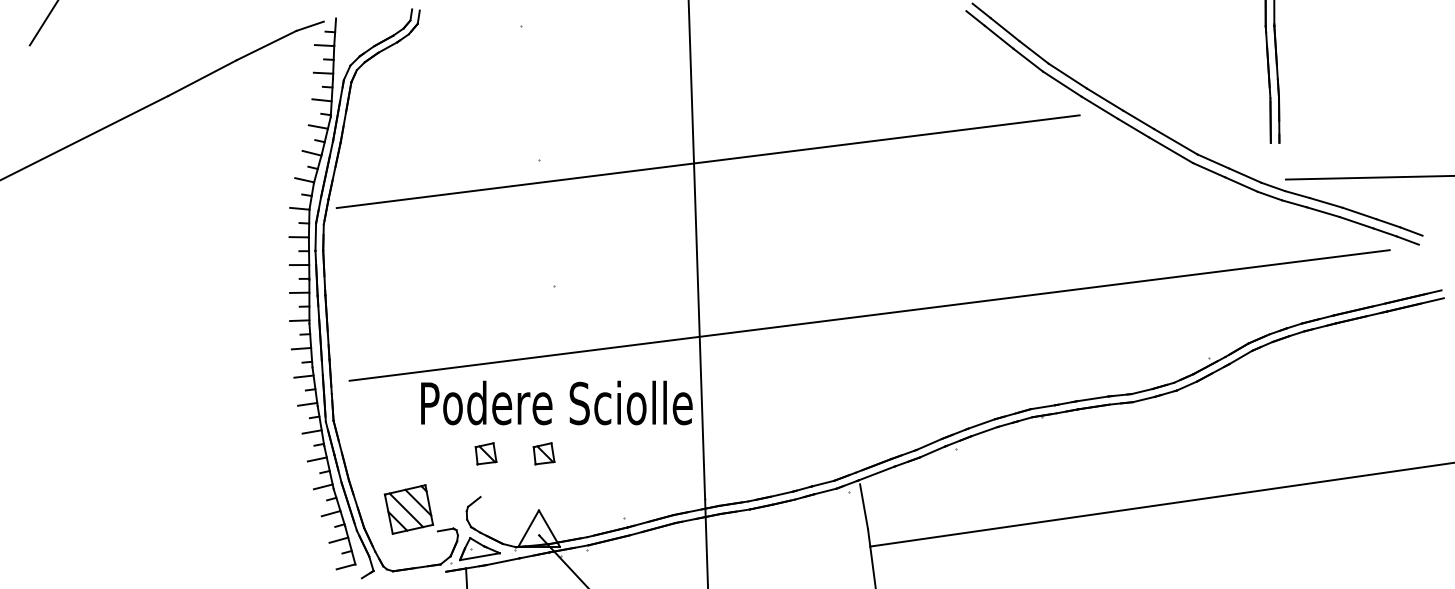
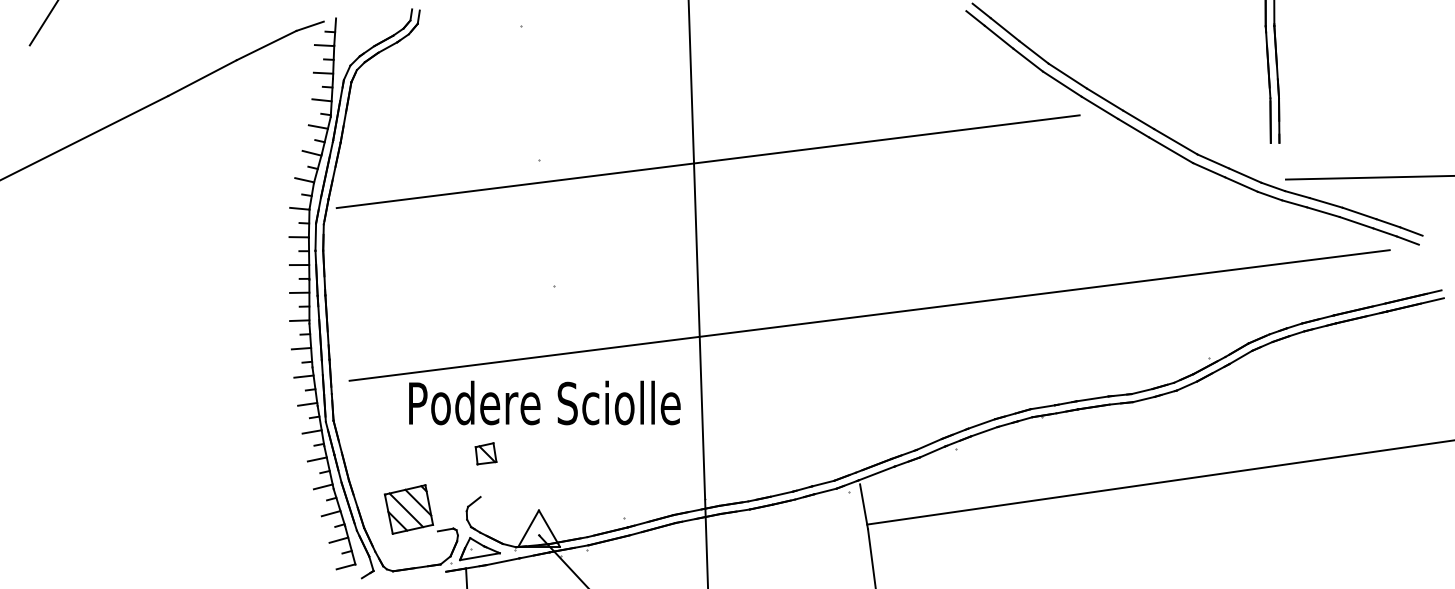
part at (556, 402) position: (556, 402) -> (544, 402)
part at (543, 453): present -> none
line at (1160, 504) position: (1160, 504) -> (1159, 482)
